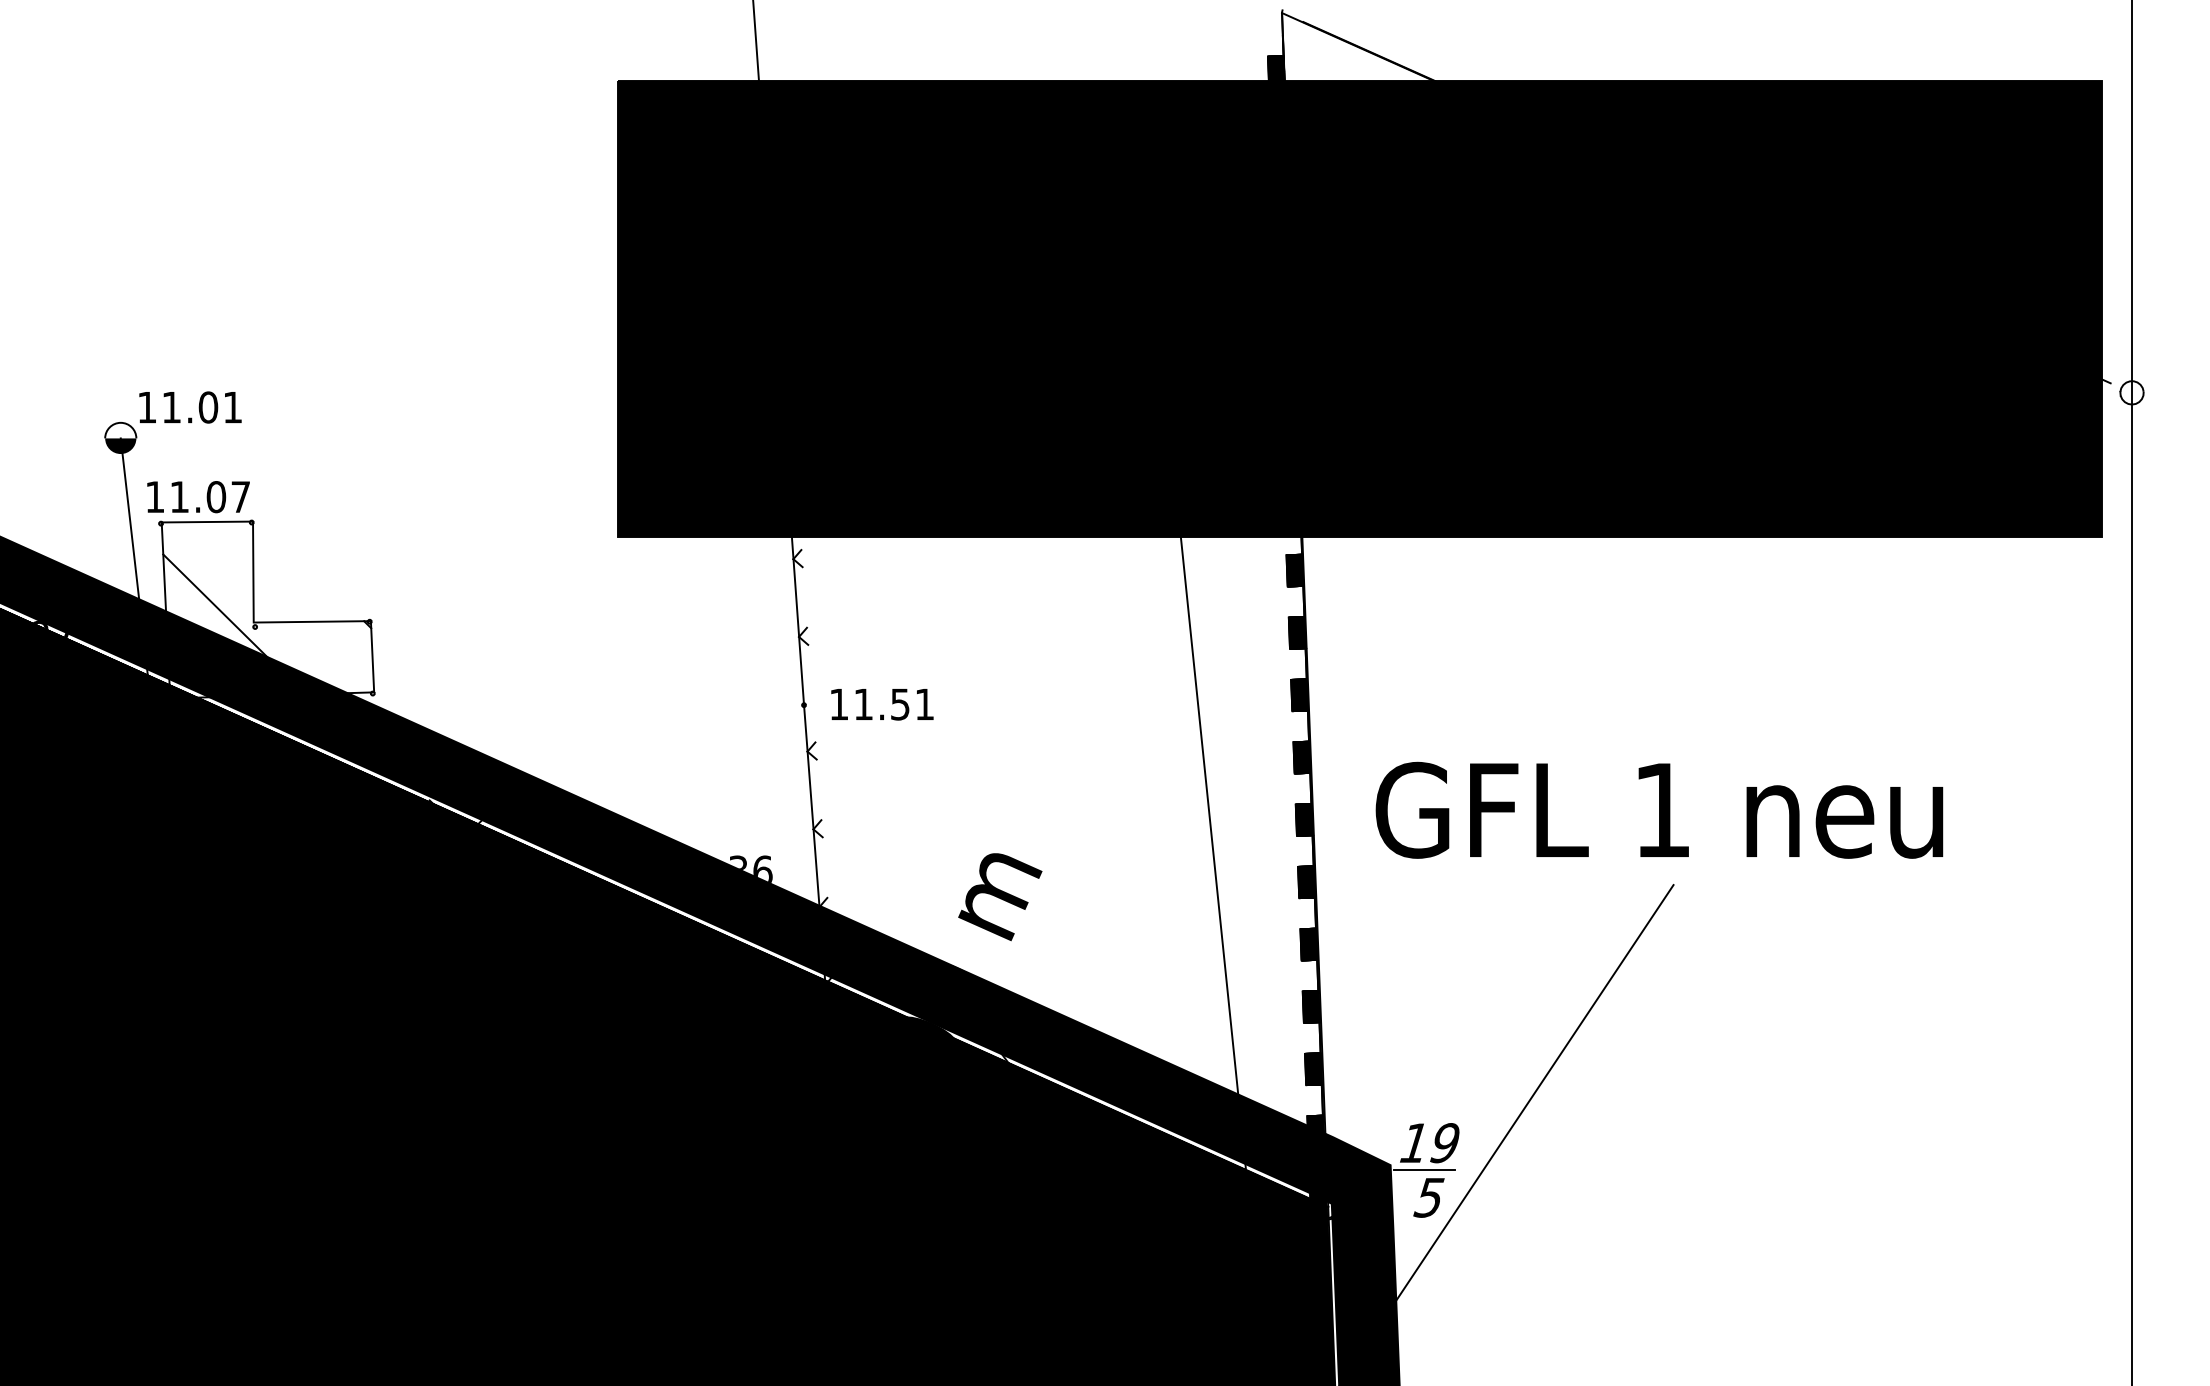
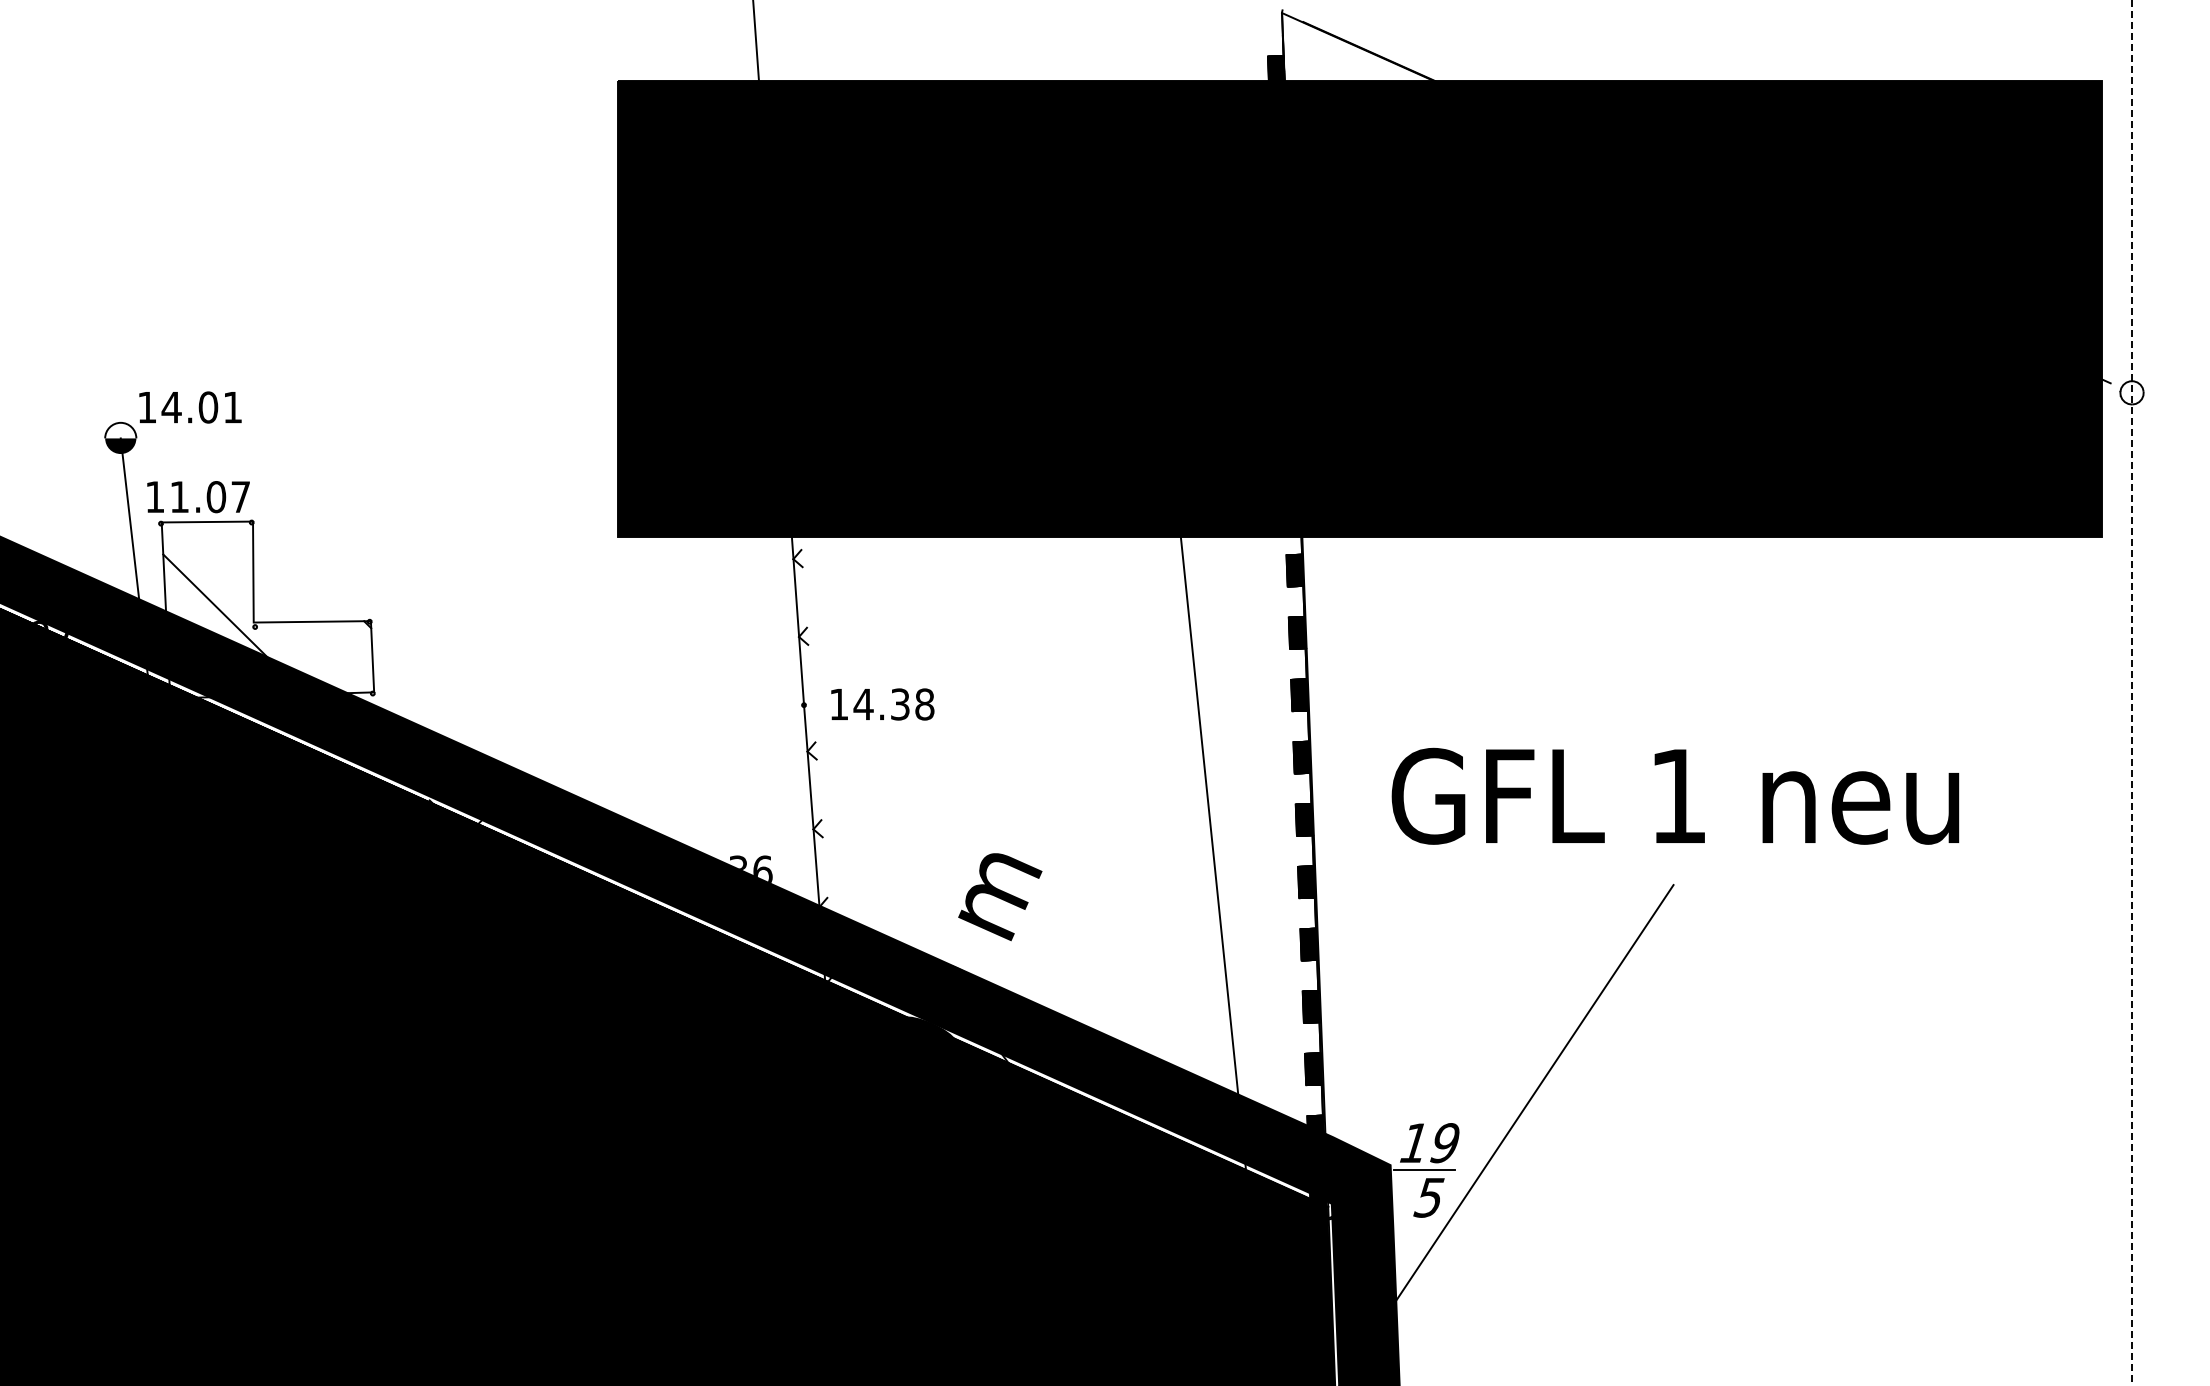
text at (171, 407): 11.01 -> 14.01
line at (2132, 693): solid -> dashed
text at (893, 704): 11.51 -> 14.38
text at (1659, 809) position: (1659, 809) -> (1675, 795)
